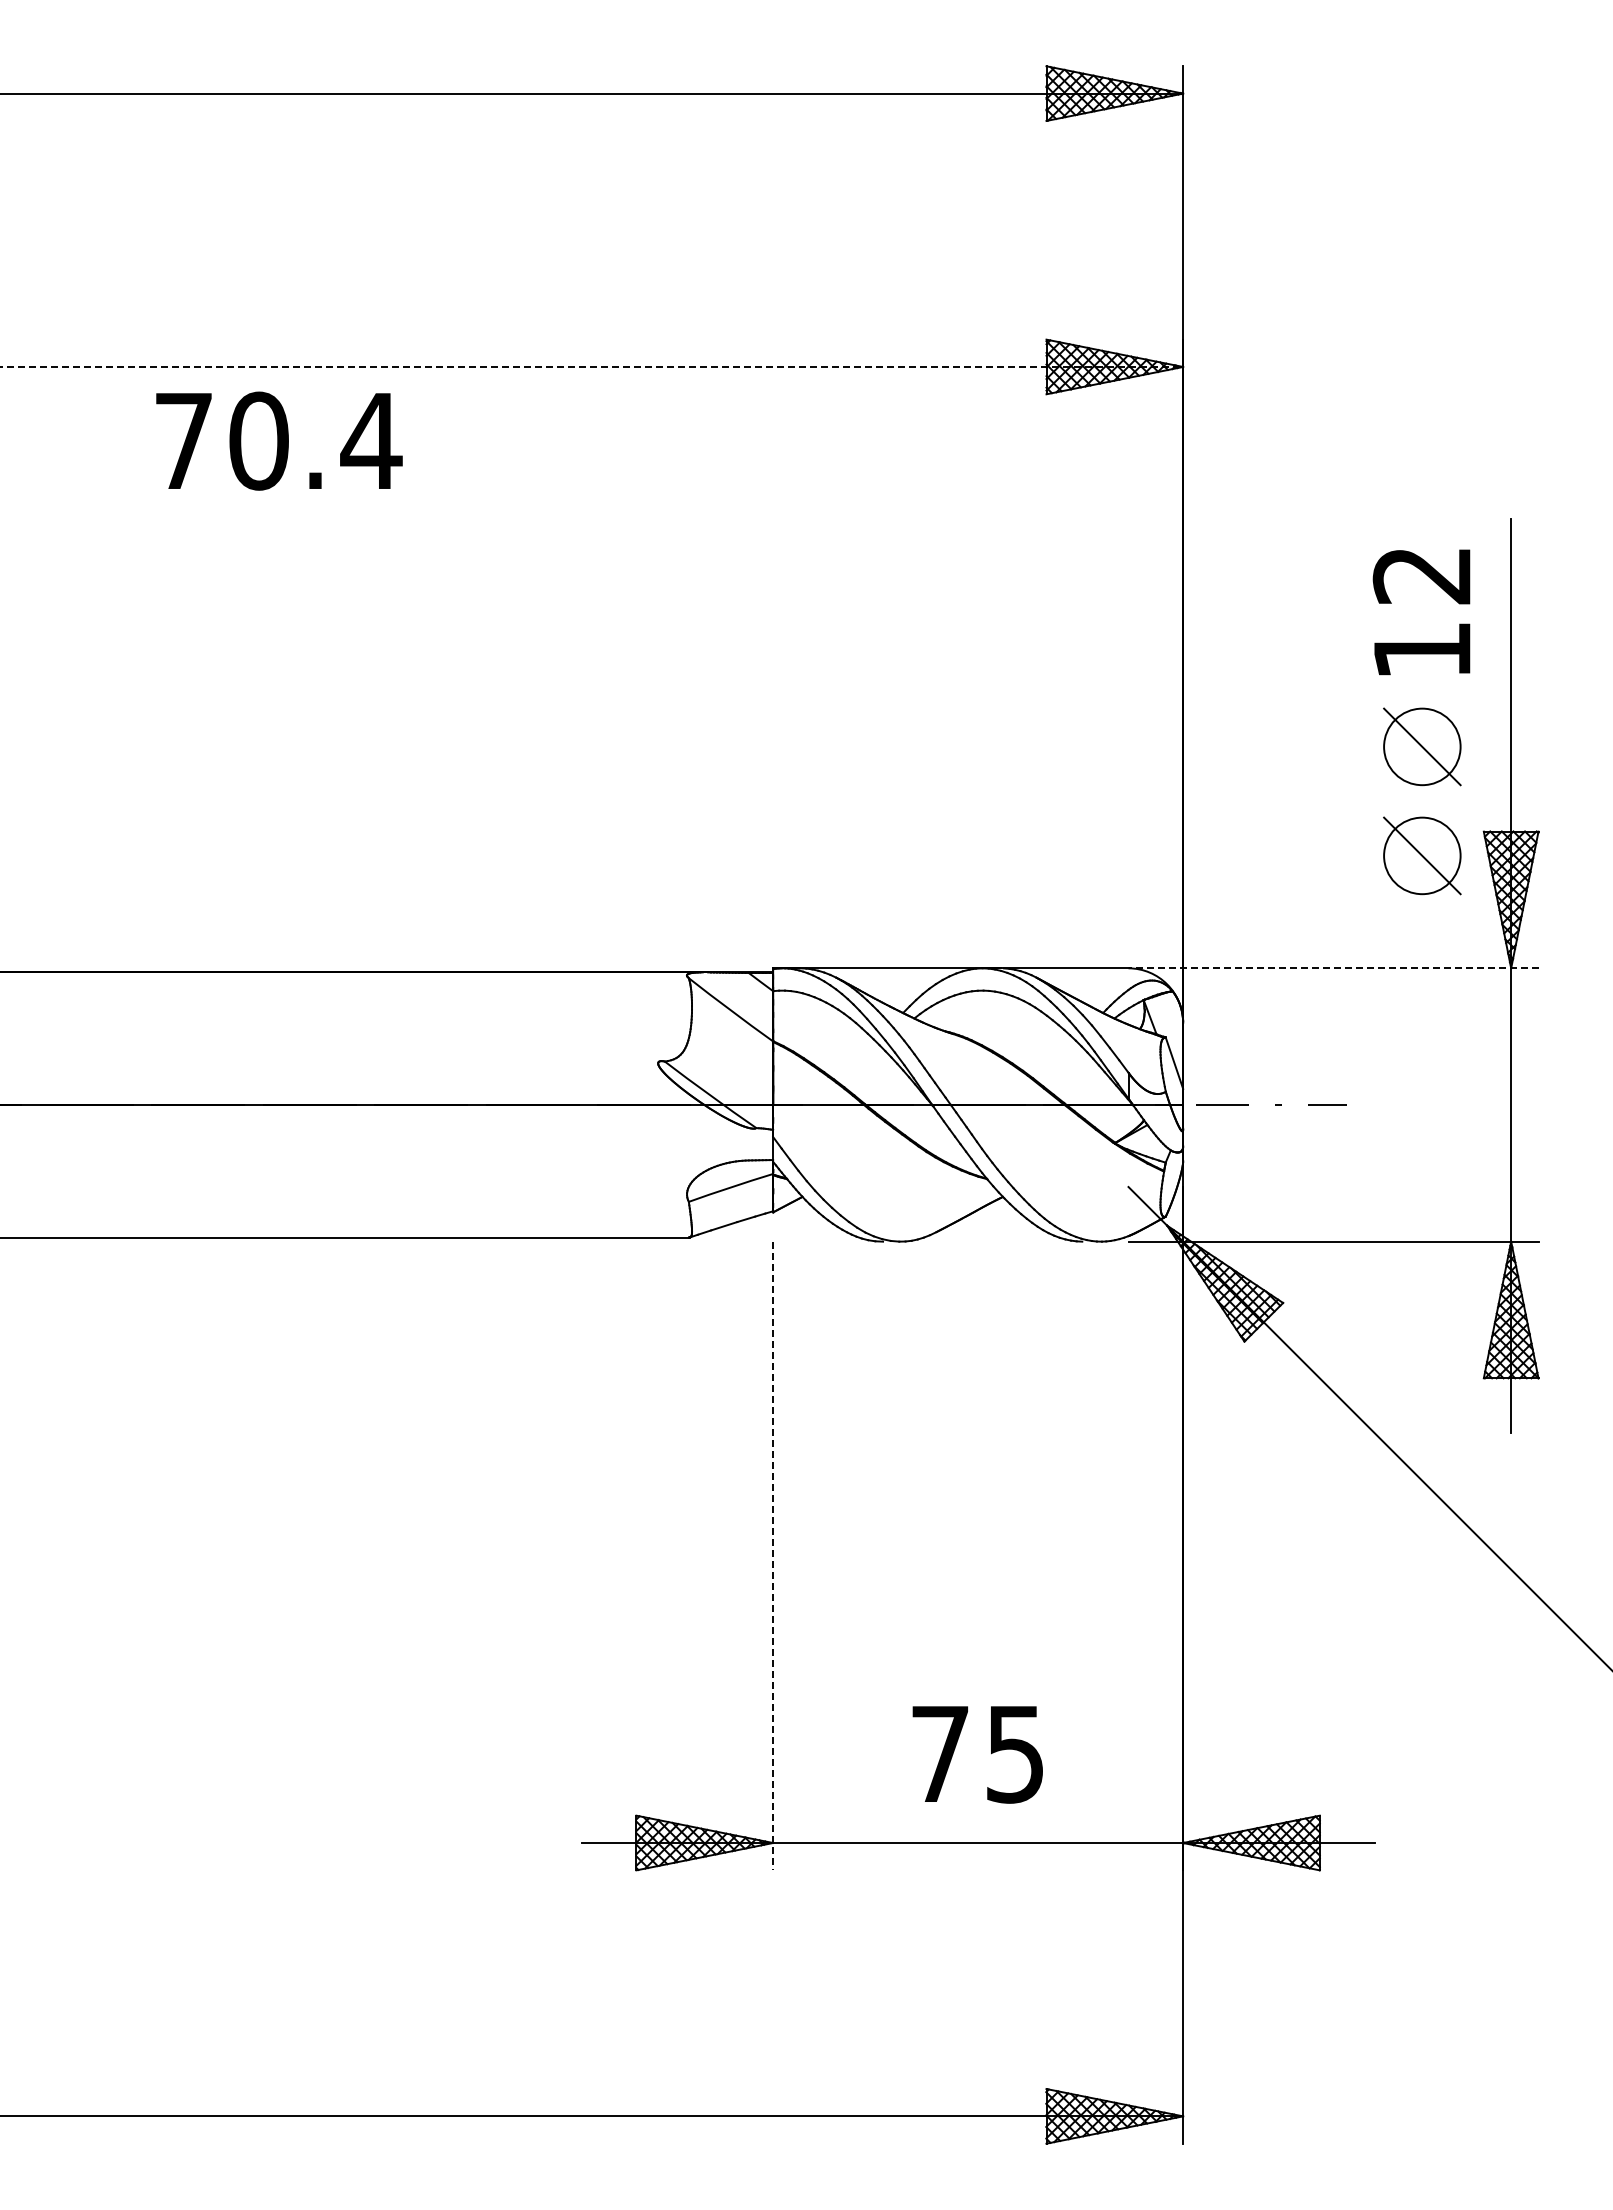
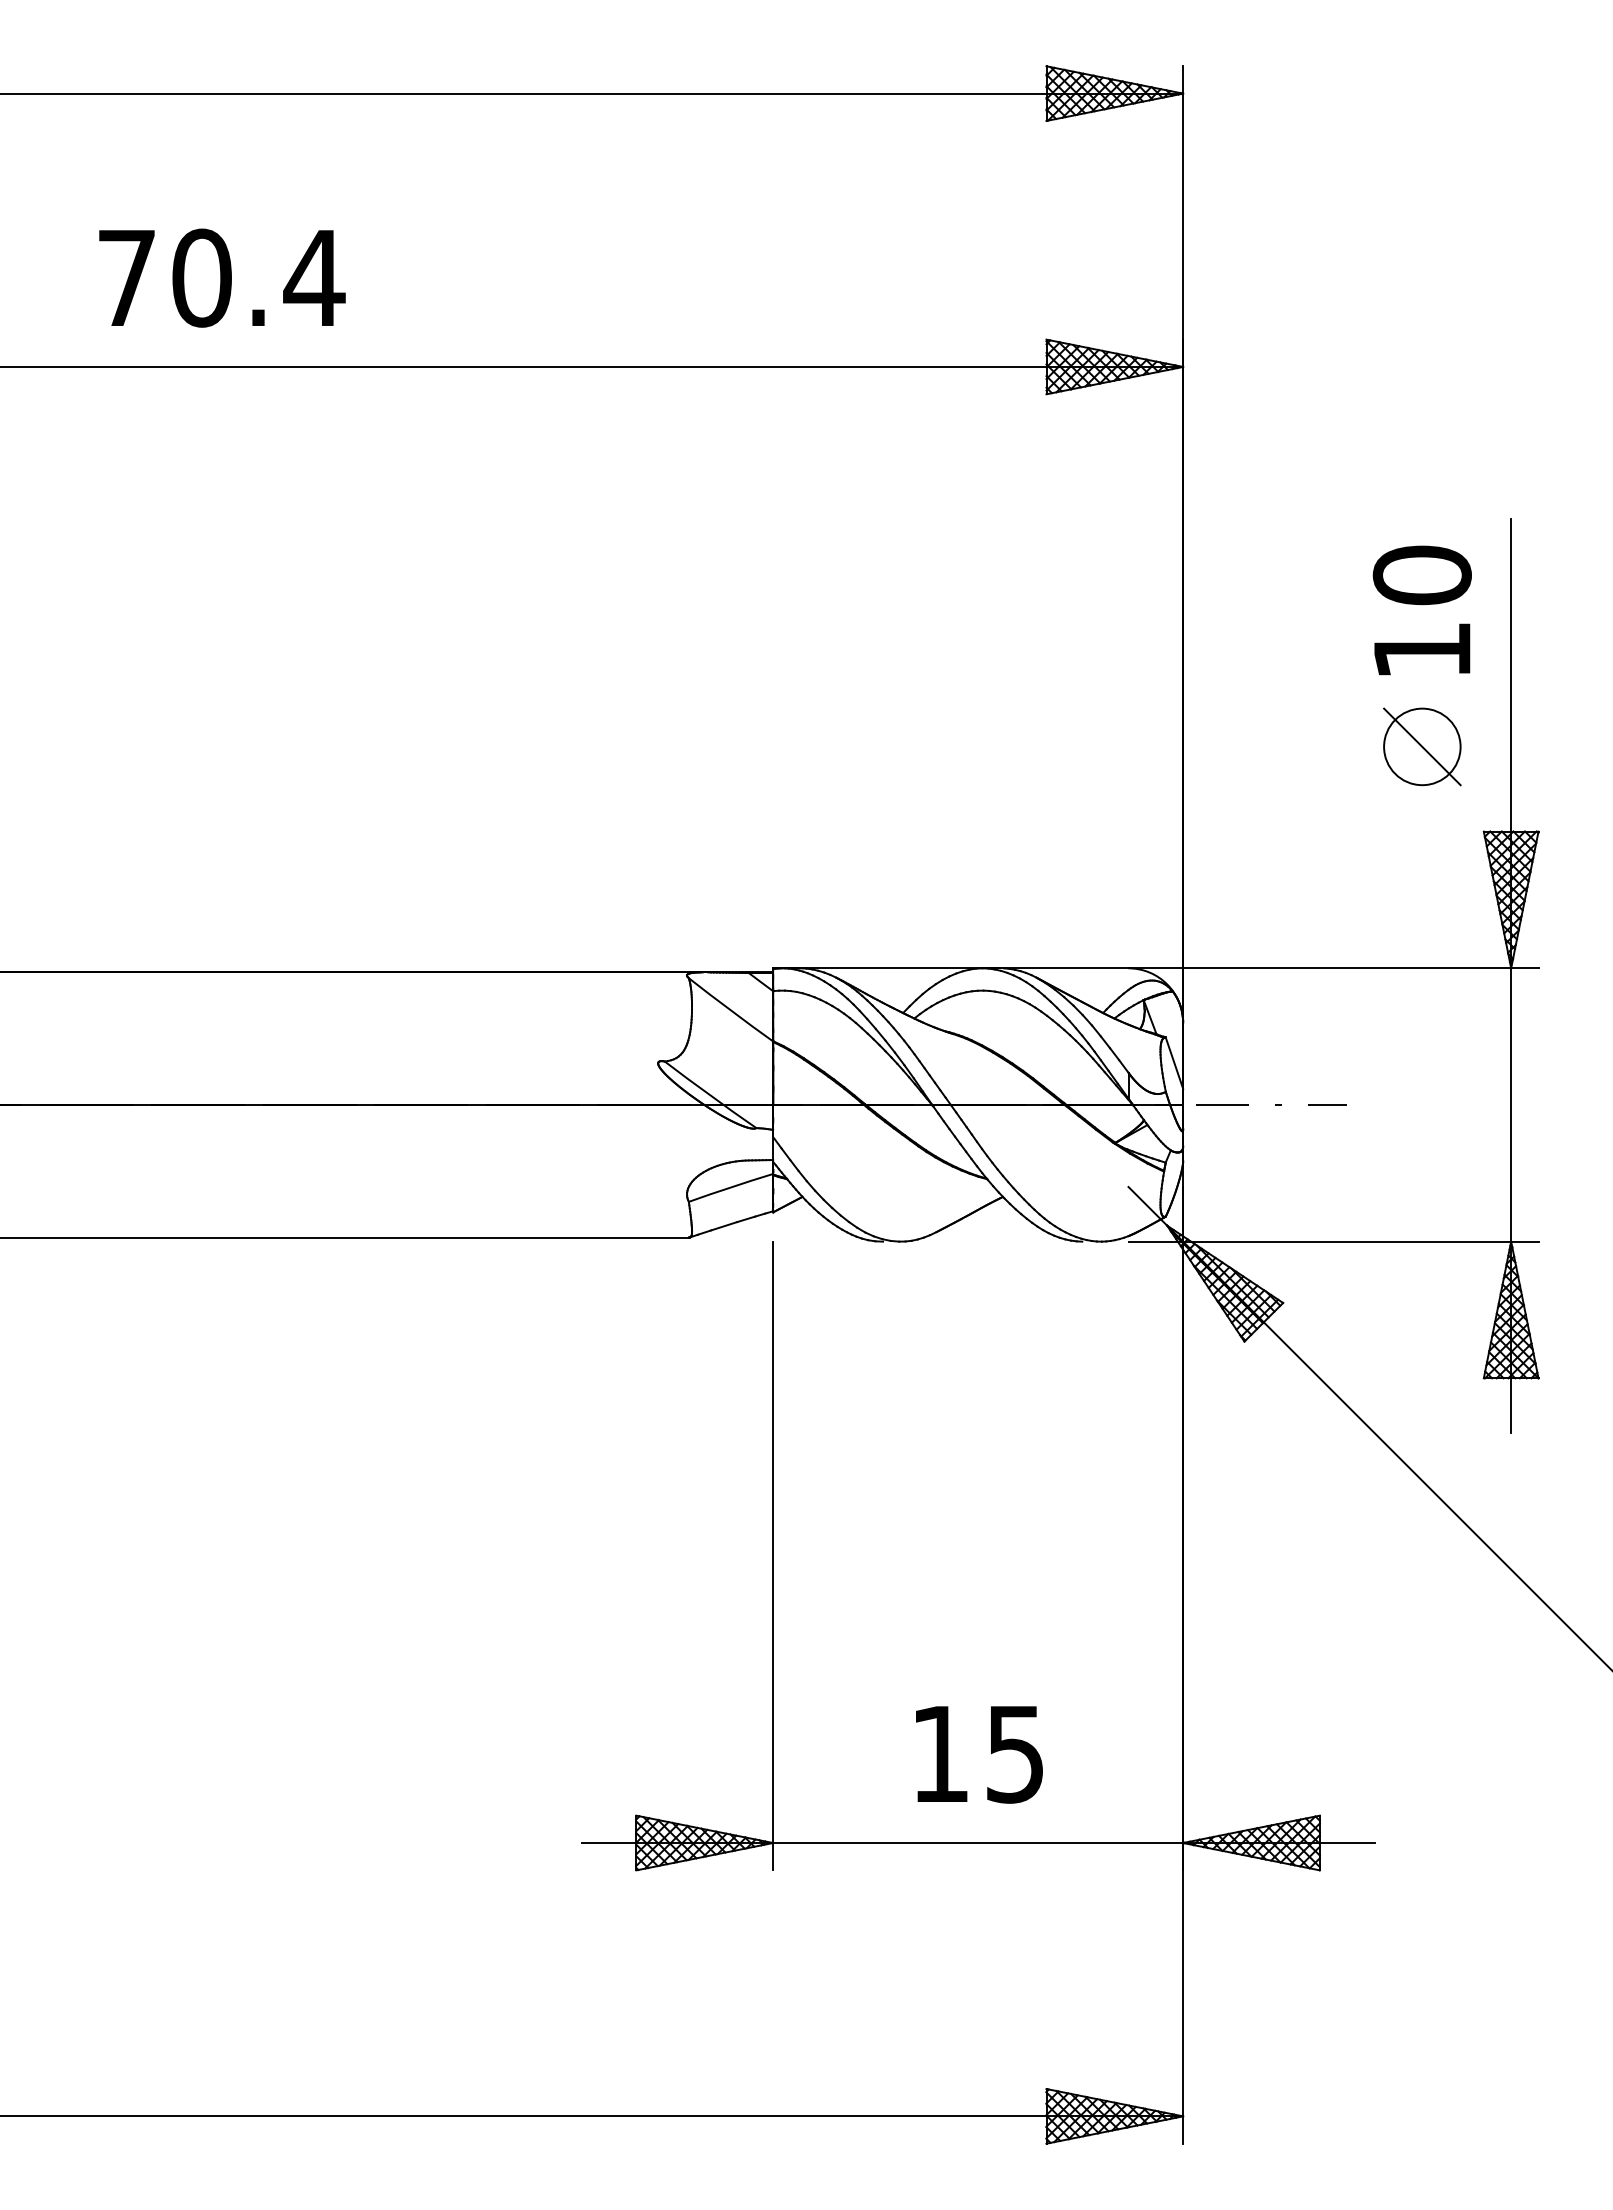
line at (592, 366): dashed -> solid
text at (279, 440) position: (279, 440) -> (222, 277)
text at (1421, 575): 12 -> 10
part at (1422, 855): present -> none
line at (1333, 968): dashed -> solid
line at (773, 1556): dashed -> solid
text at (940, 1753): 75 -> 15
